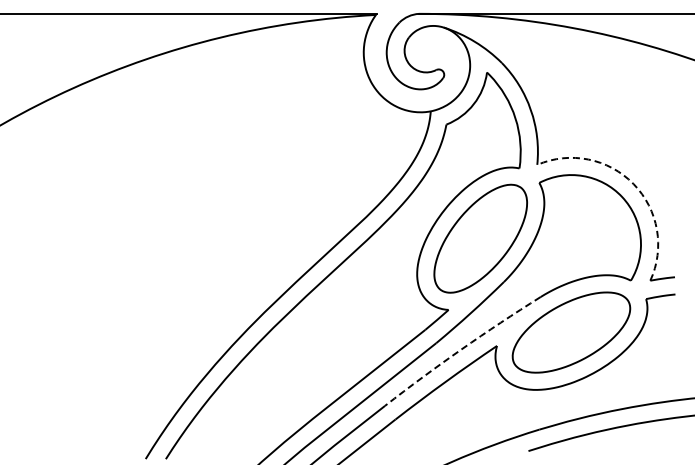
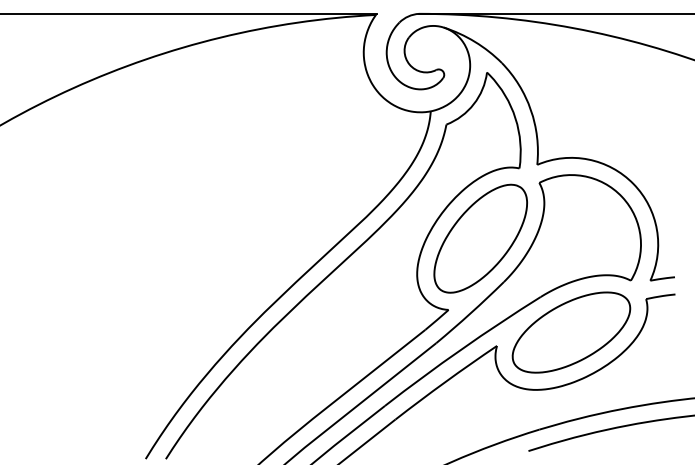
arc at (633, 184): dashed -> solid
arc at (461, 349): dashed -> solid
